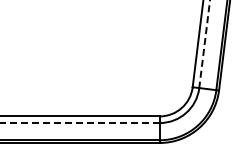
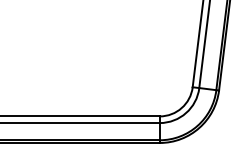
line at (204, 44): dashed -> solid
line at (80, 123): dashed -> solid
